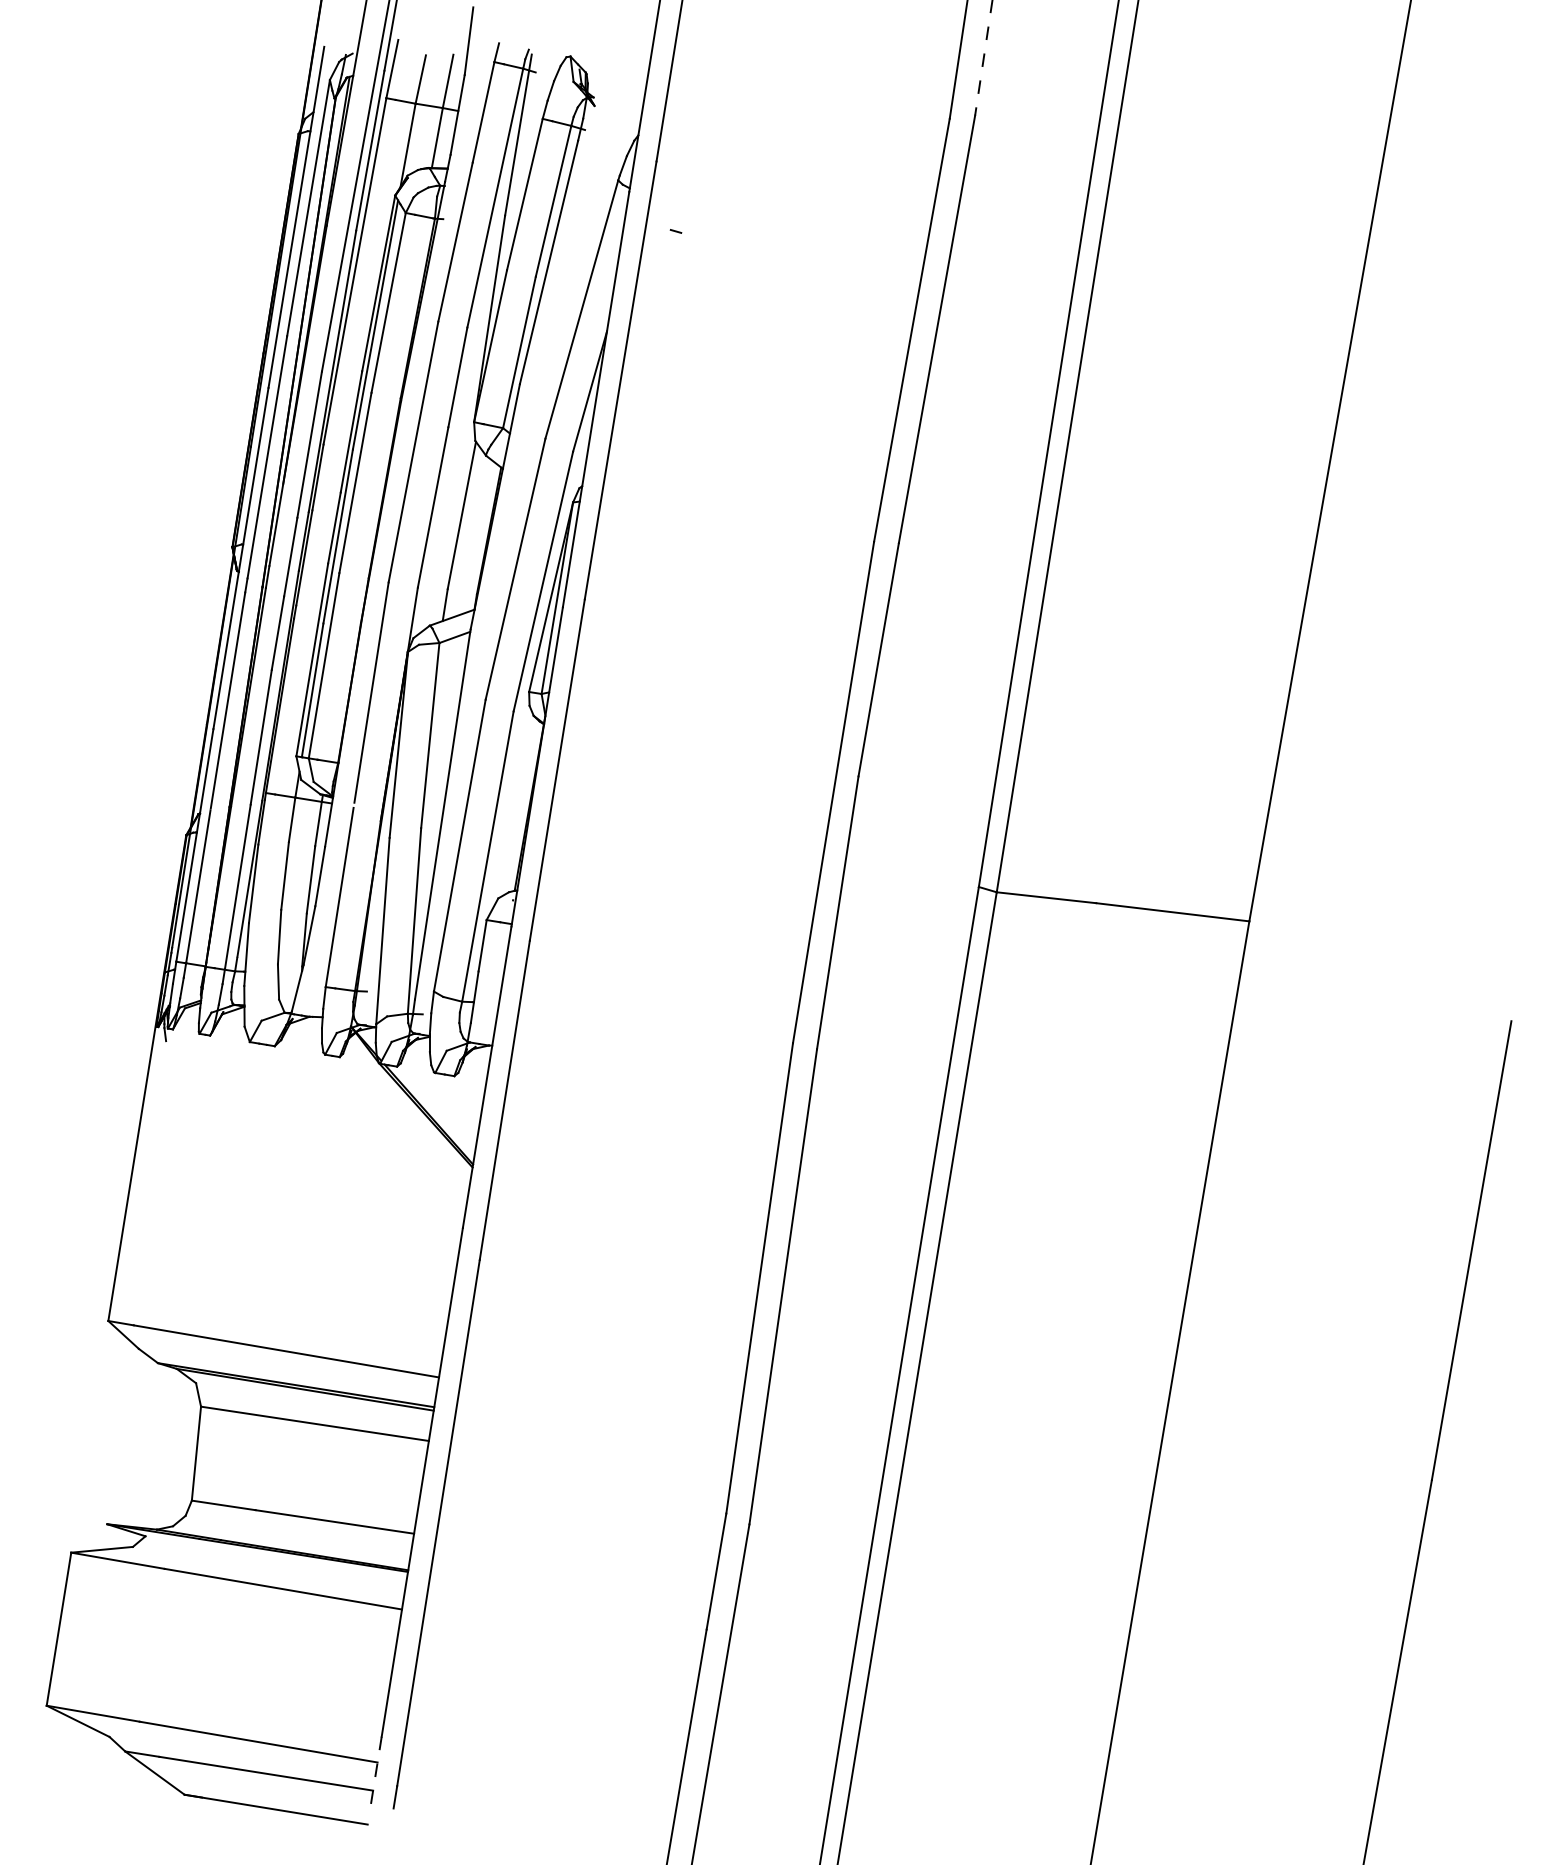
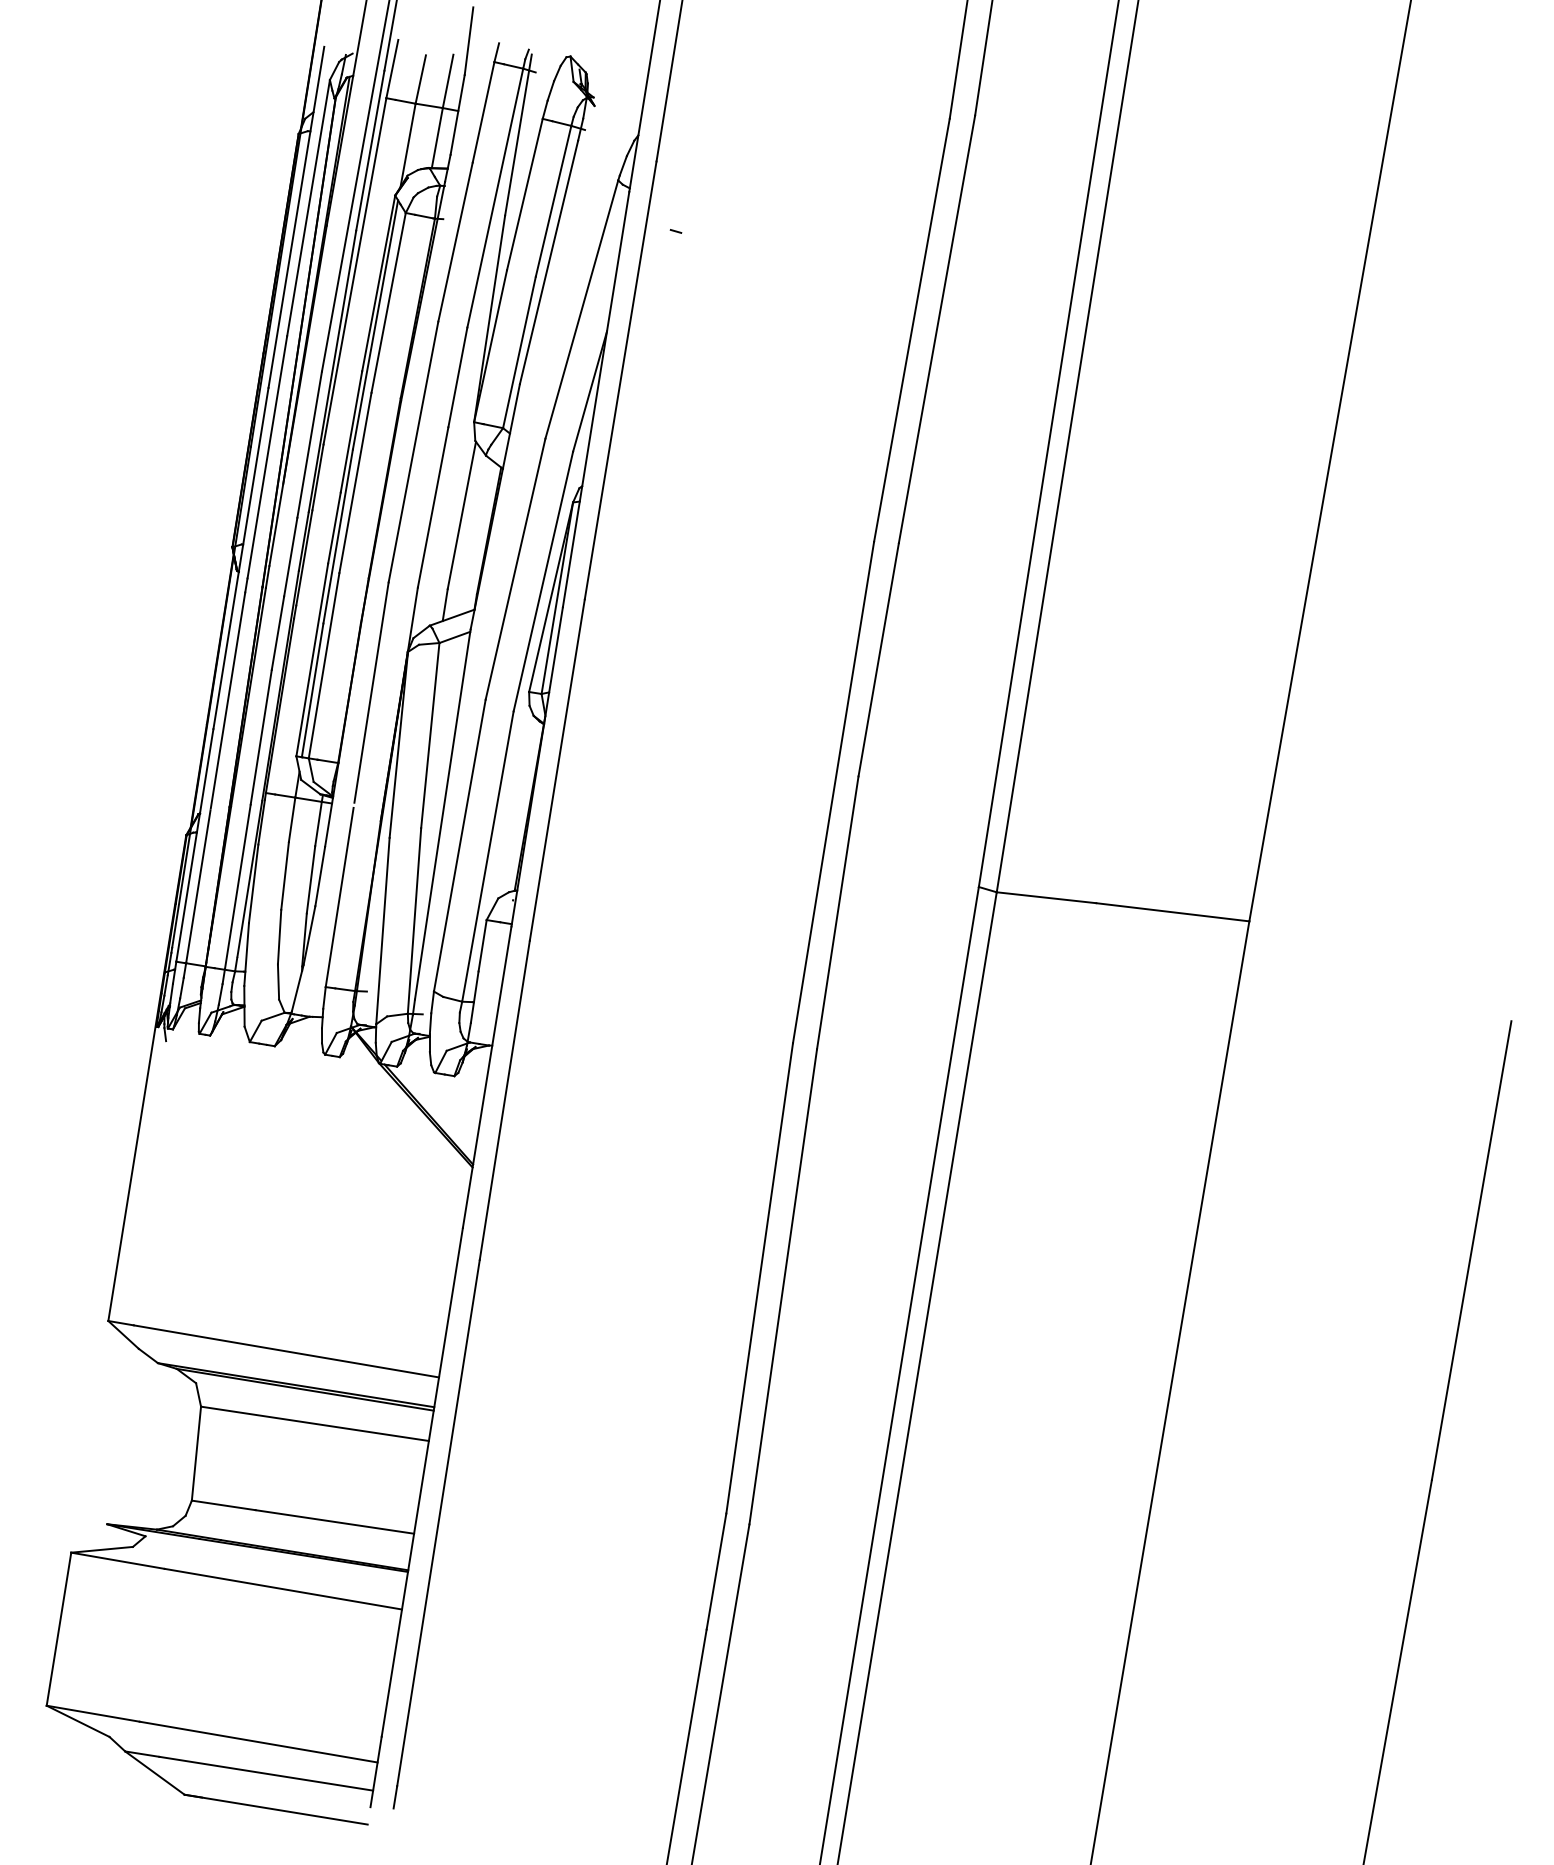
line at (983, 58): dashed -> solid
line at (376, 1771): dashed -> solid
